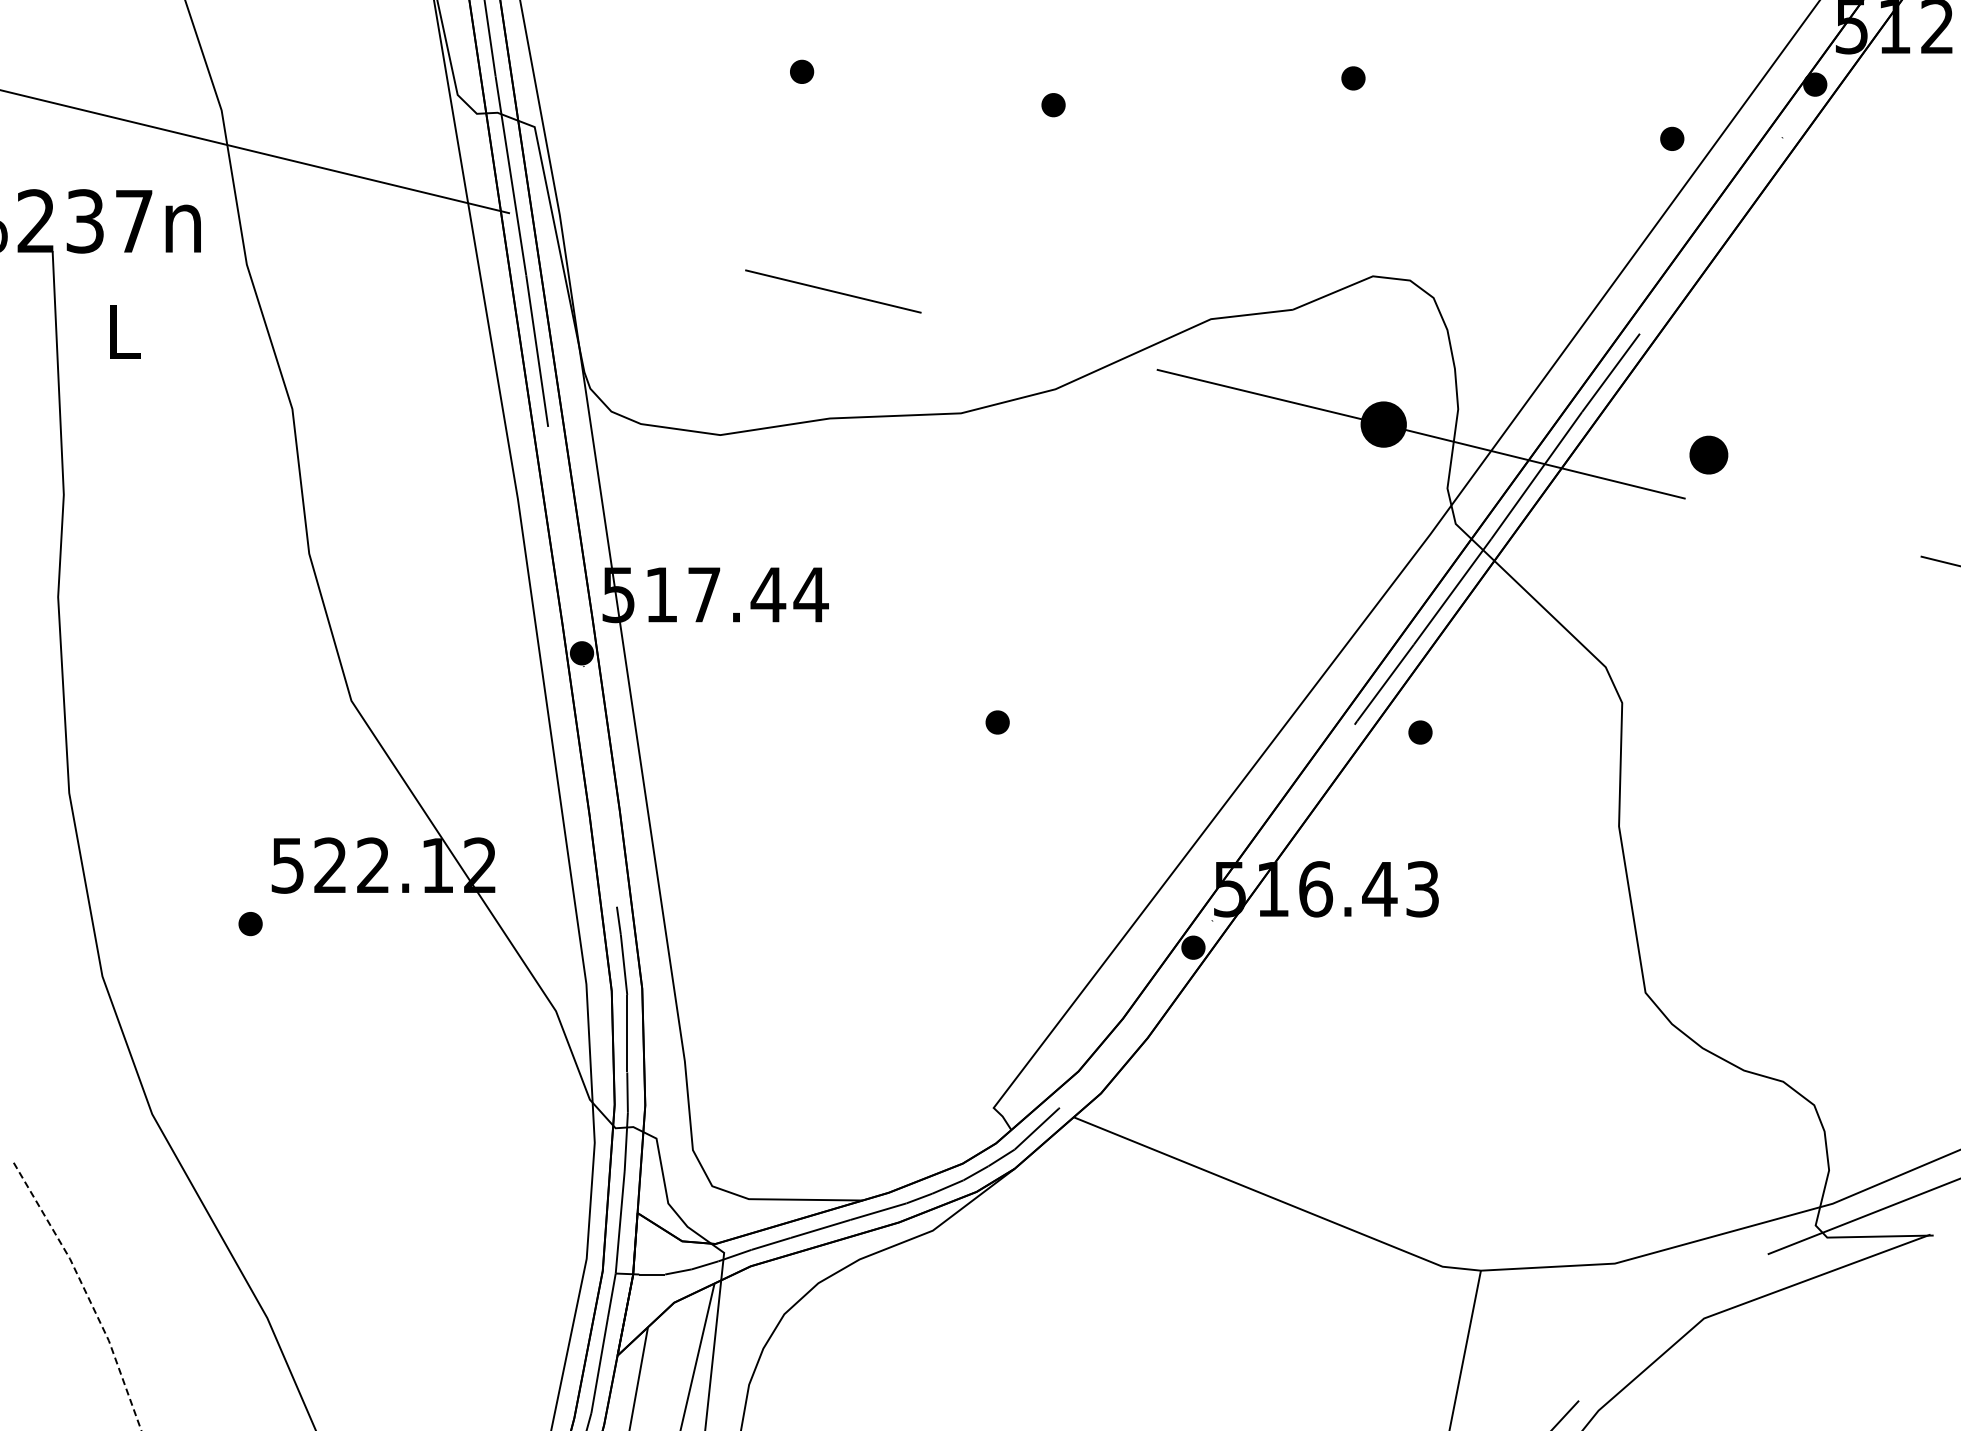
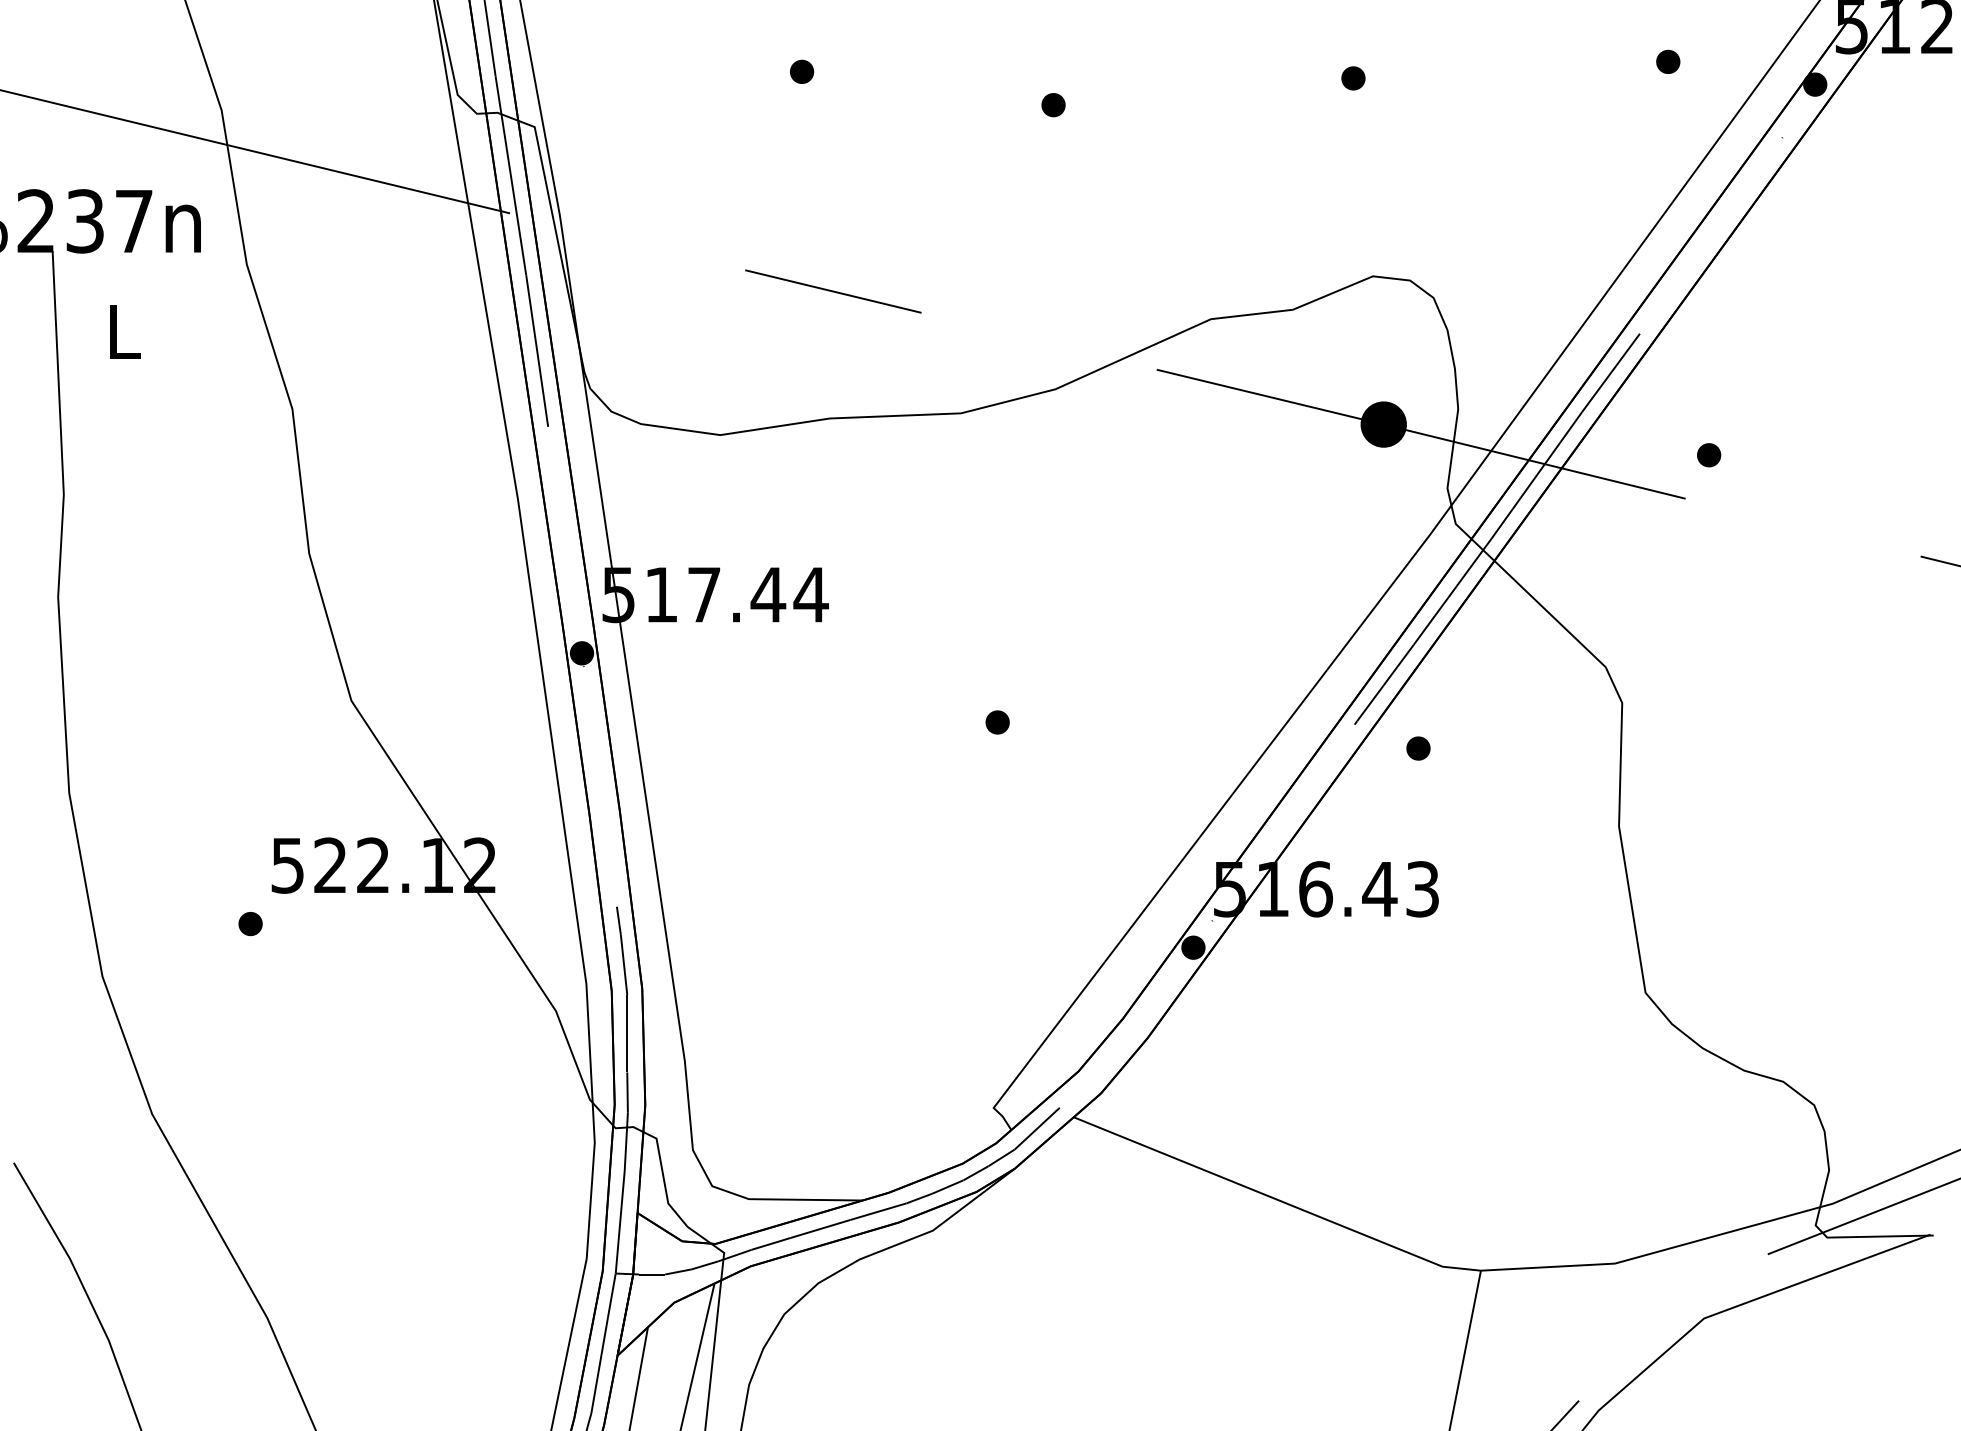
part at (1672, 138) position: (1672, 138) -> (1668, 61)
part at (1708, 454) size: 40x40 px -> 25x25 px
part at (1420, 732) position: (1420, 732) -> (1418, 748)
line at (86, 1293): dashed -> solid
